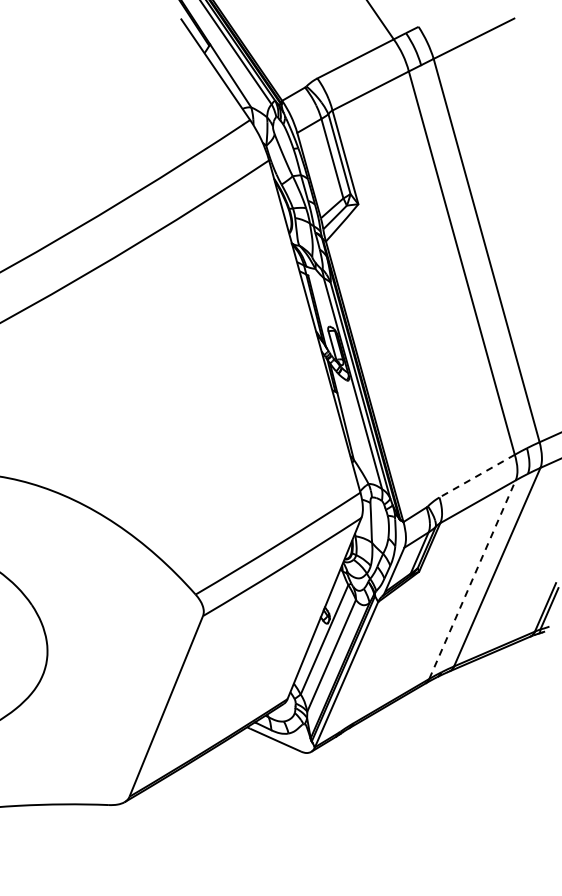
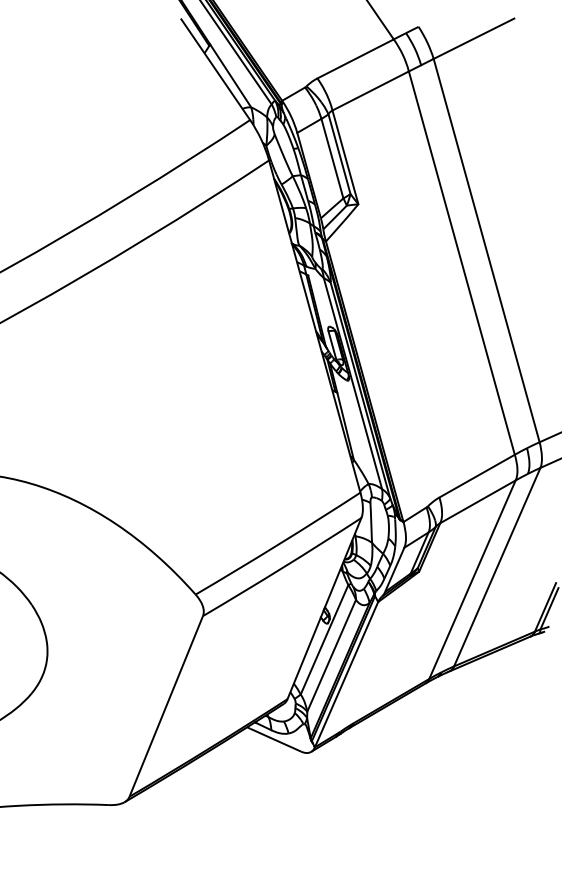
line at (476, 476): dashed -> solid
line at (472, 579): dashed -> solid
